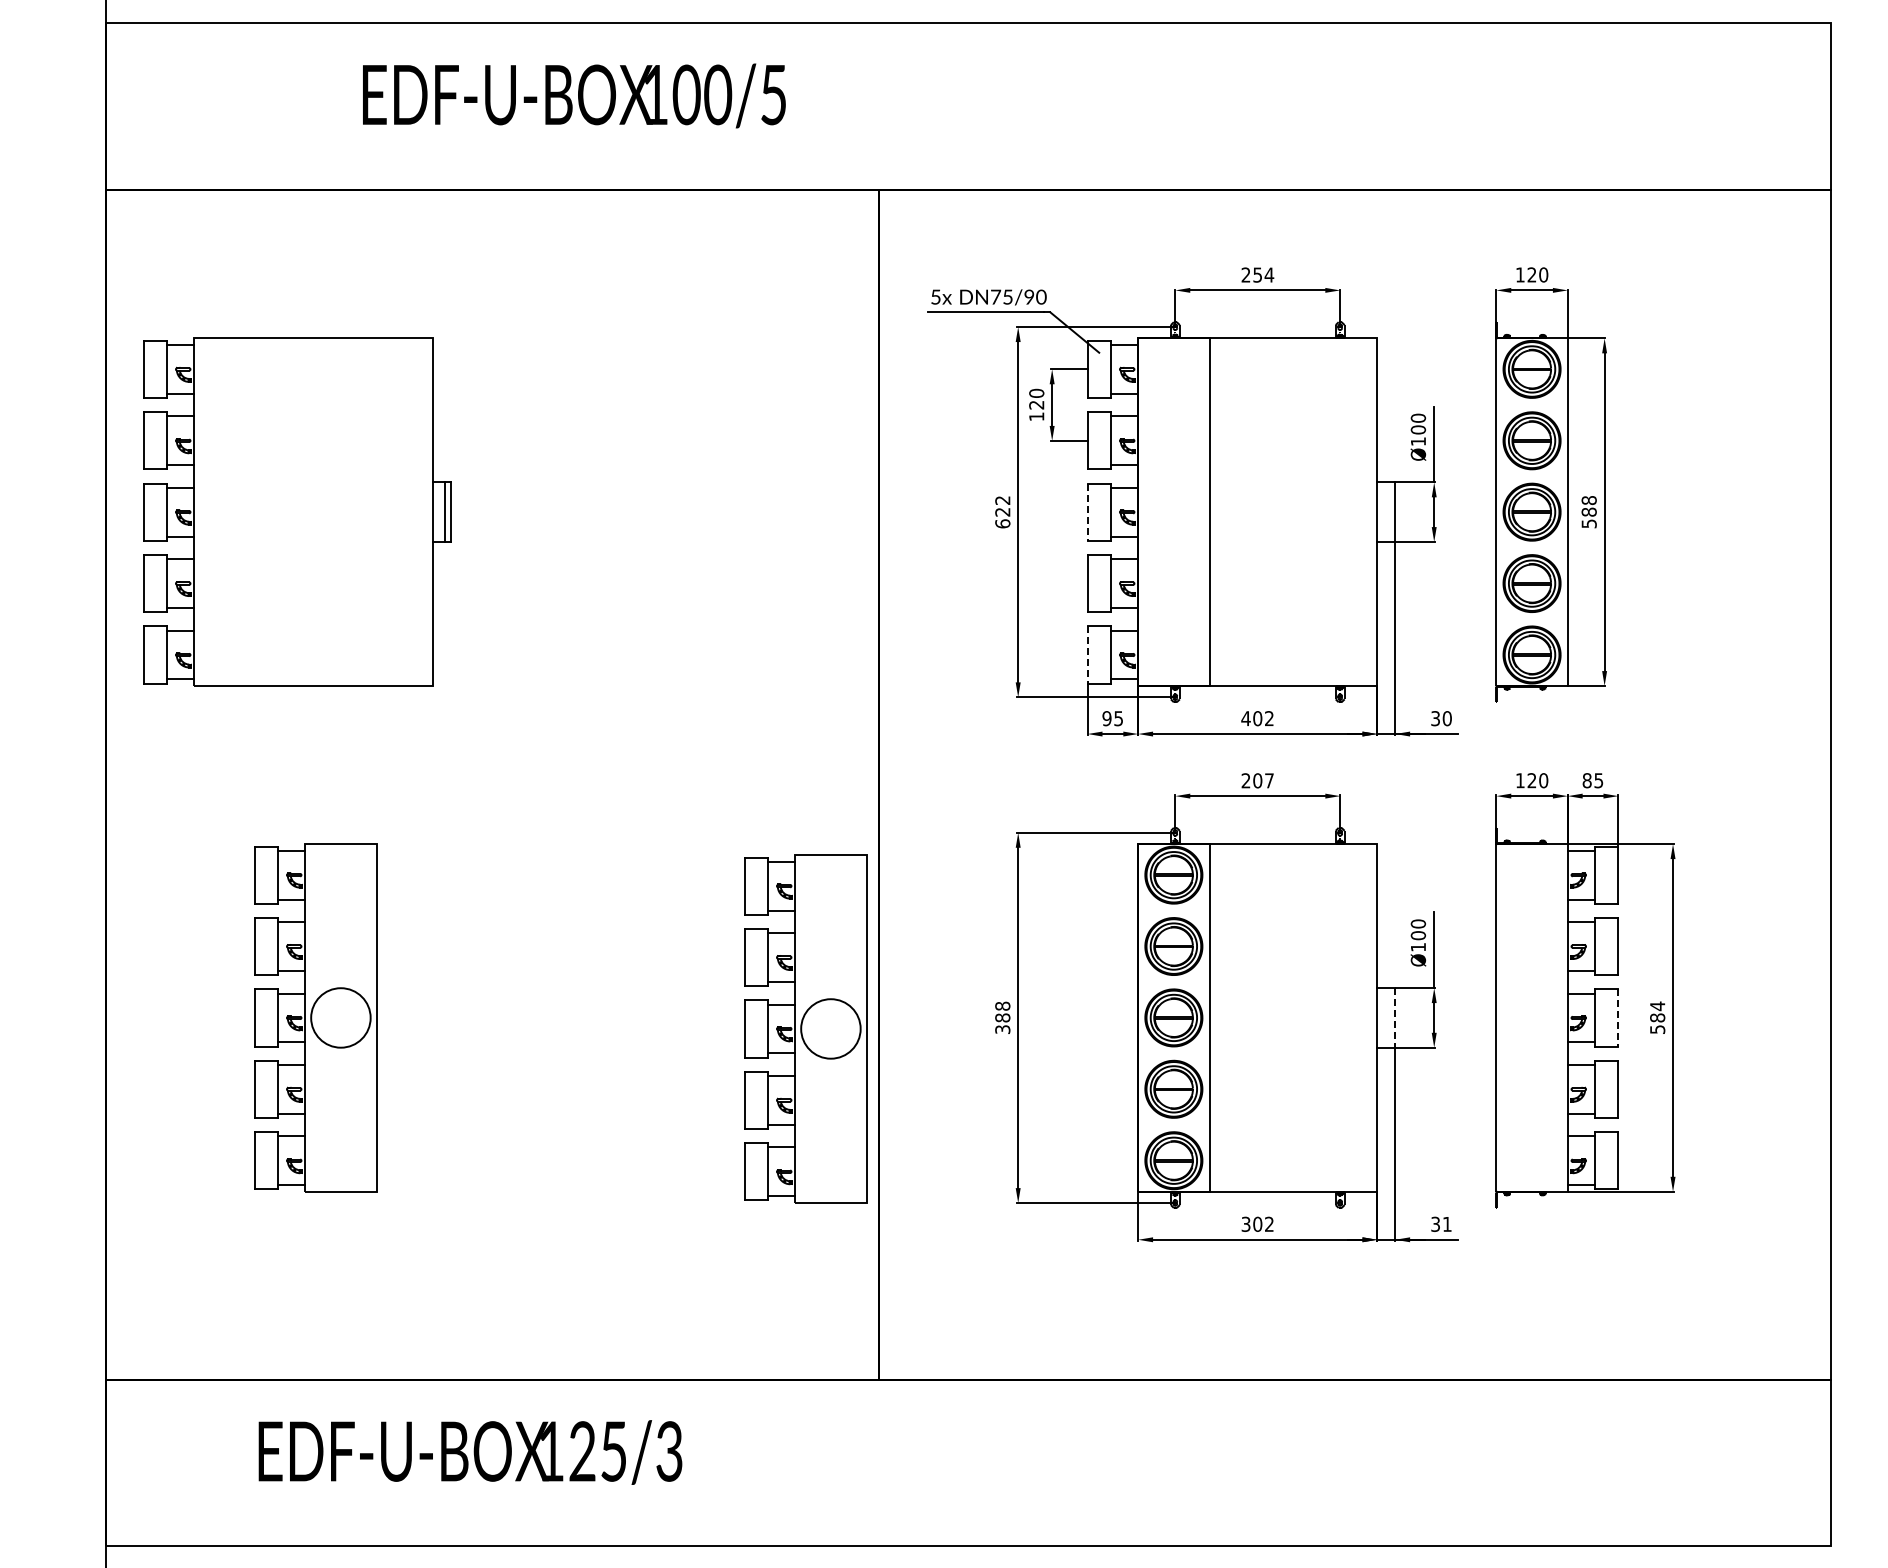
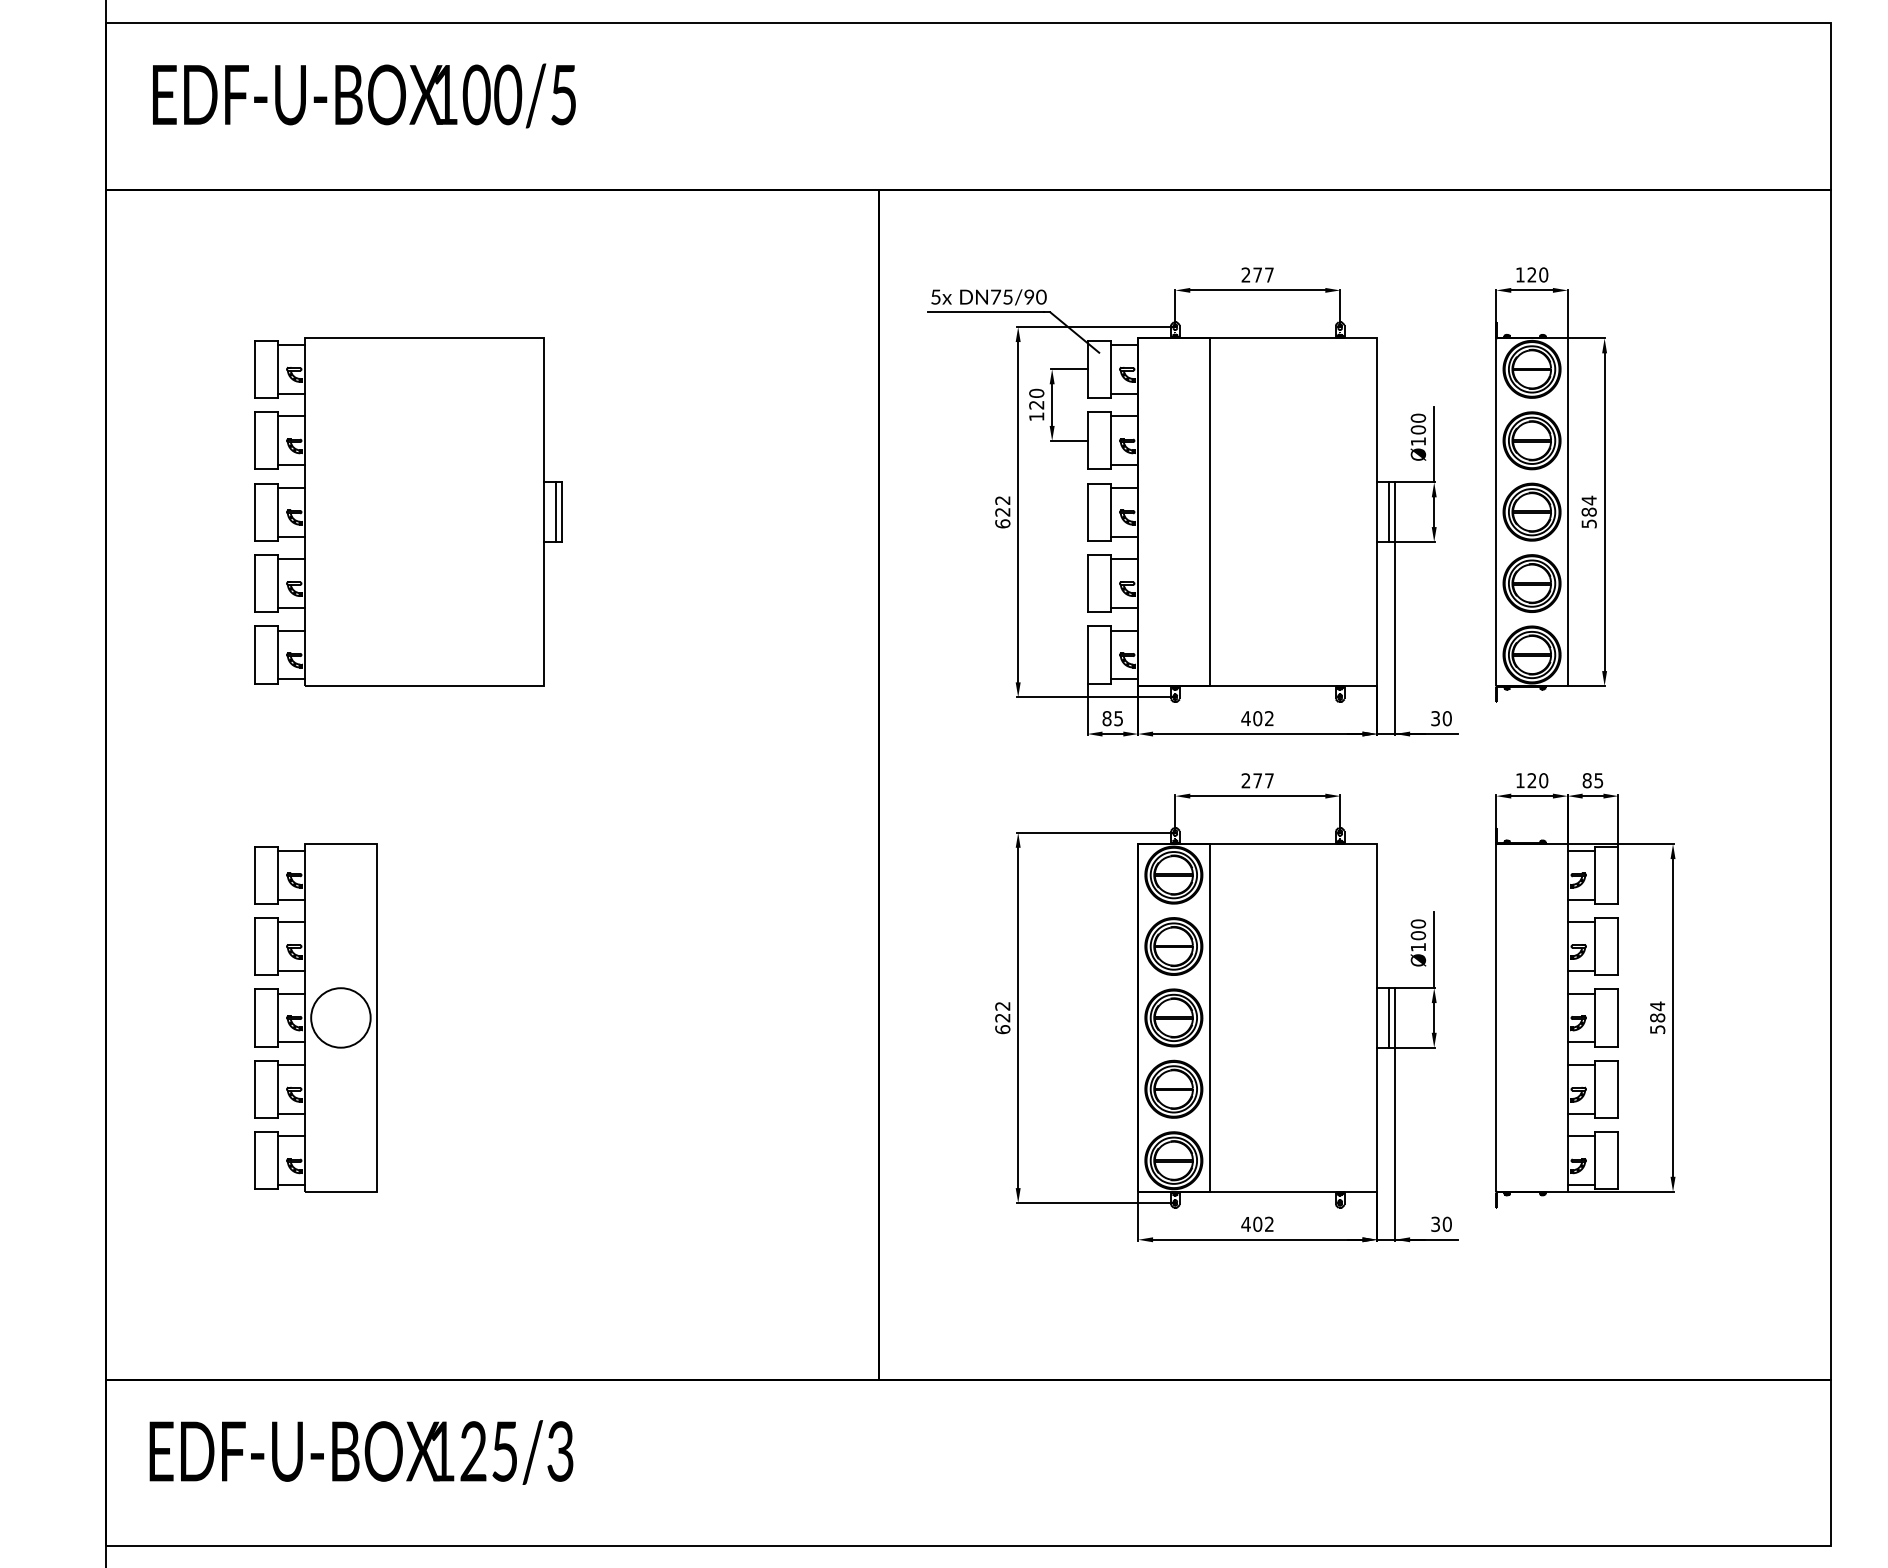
text at (574, 95) position: (574, 95) -> (364, 95)
text at (1263, 274): 254 -> 277
text at (1588, 500): 588 -> 584
part at (297, 511) position: (297, 511) -> (408, 511)
line at (1389, 511): none -> present
line at (1087, 512): dashed -> solid
line at (1087, 655): dashed -> solid
text at (1106, 718): 95 -> 85
text at (1257, 780): 207 -> 277
text at (1002, 1017): 388 -> 622
line at (1389, 1017): none -> present
line at (1395, 1017): dashed -> solid
line at (1618, 1017): dashed -> solid
part at (805, 1028): present -> none
text at (1245, 1223): 302 -> 402
text at (1446, 1223): 31 -> 30
text at (470, 1452) position: (470, 1452) -> (361, 1452)
